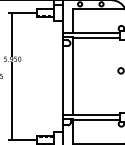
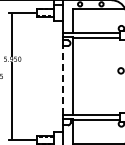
line at (63, 80): solid -> dashed
